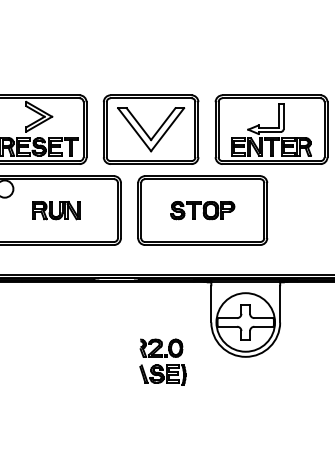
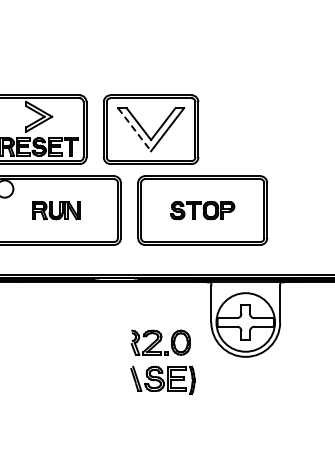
part at (271, 129): present -> none
line at (134, 130): solid -> dashed
part at (162, 361) size: 48x48 px -> 66x66 px
